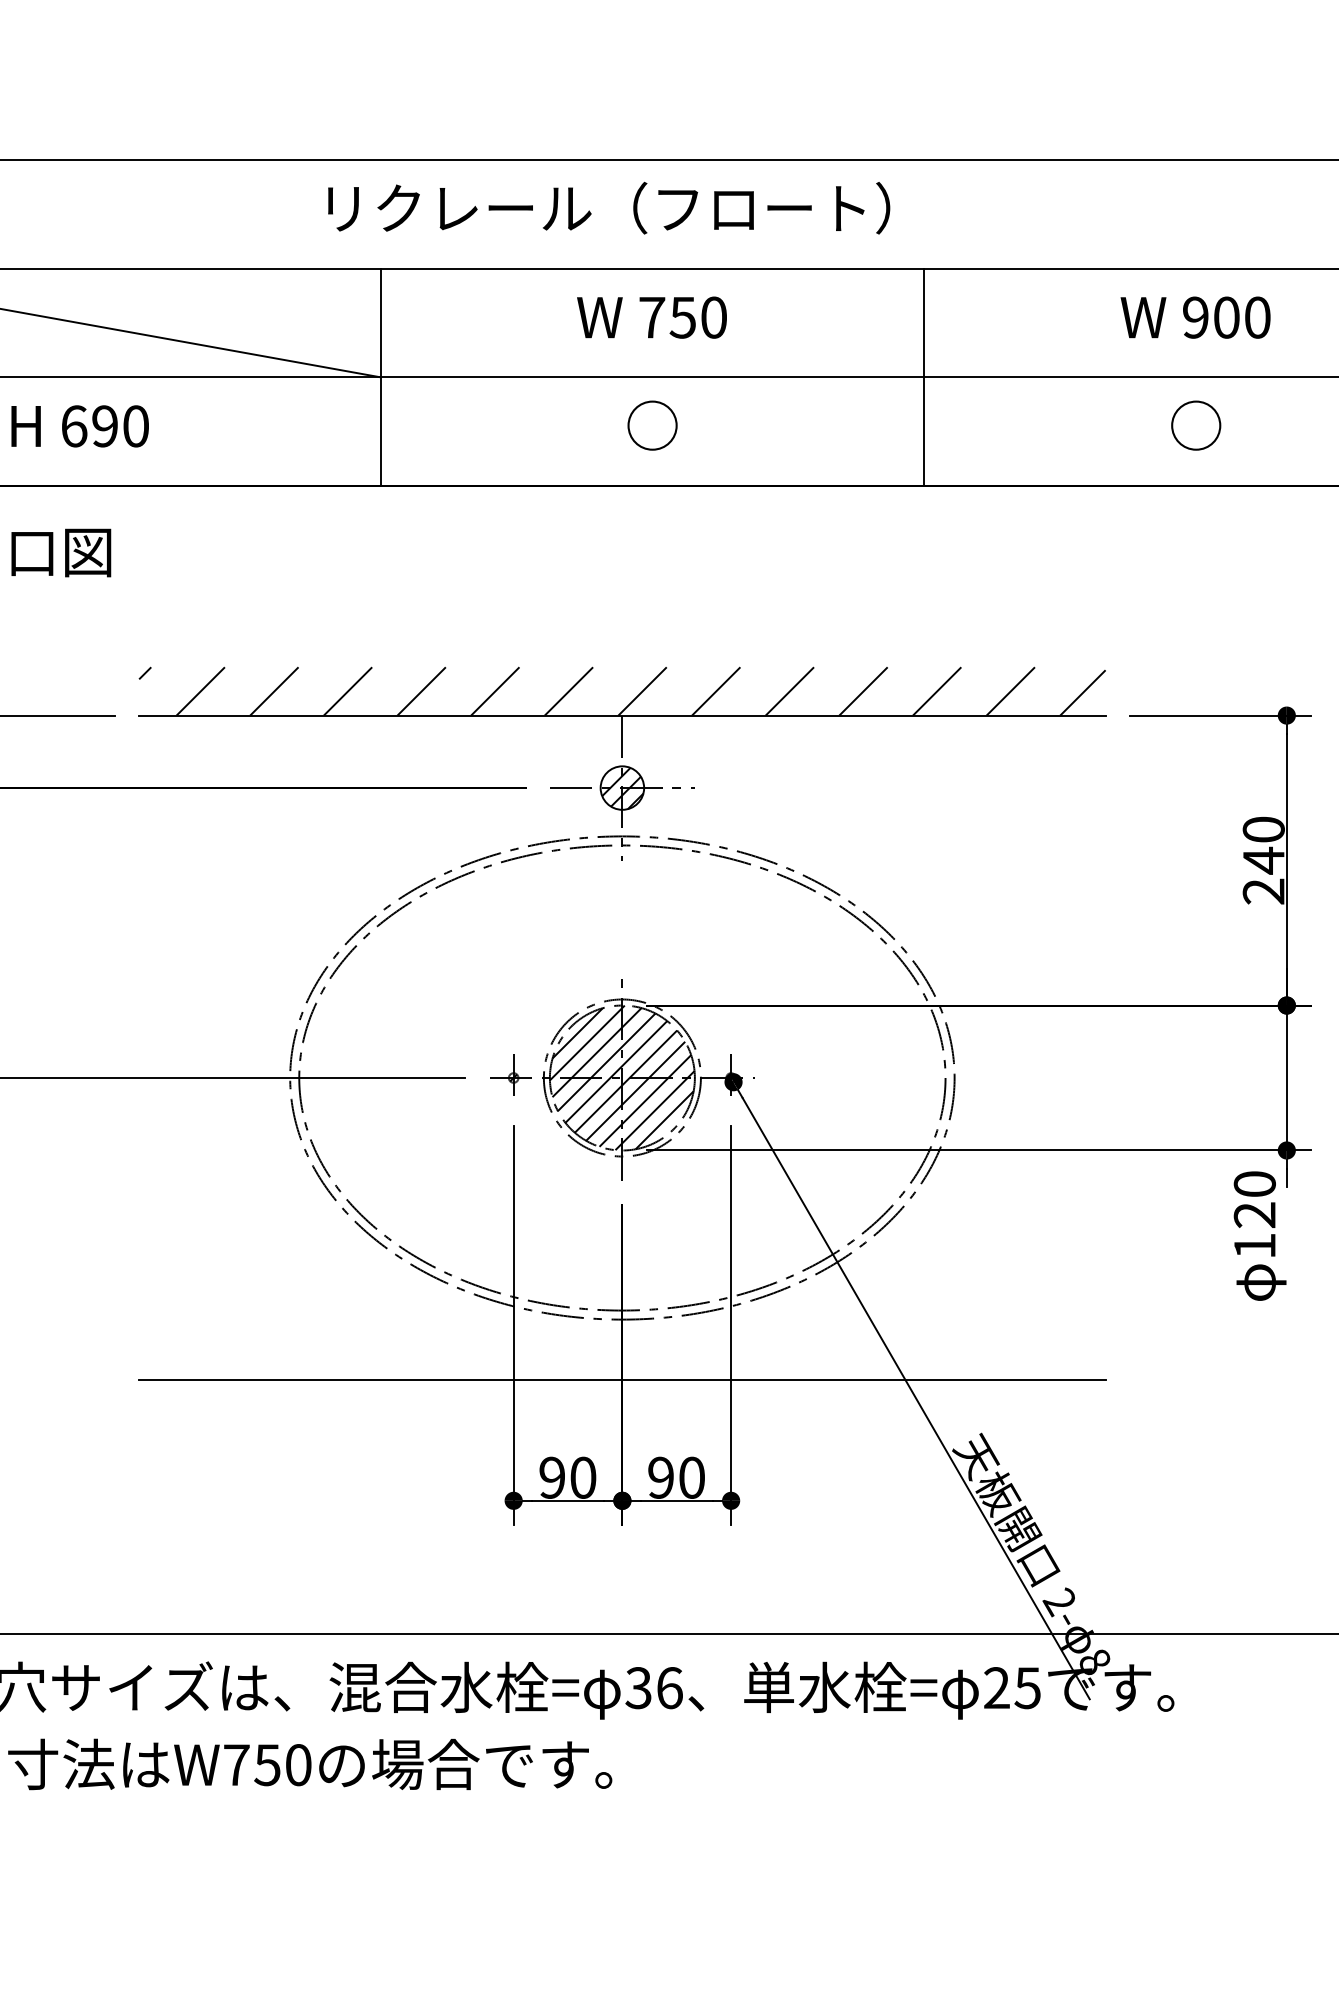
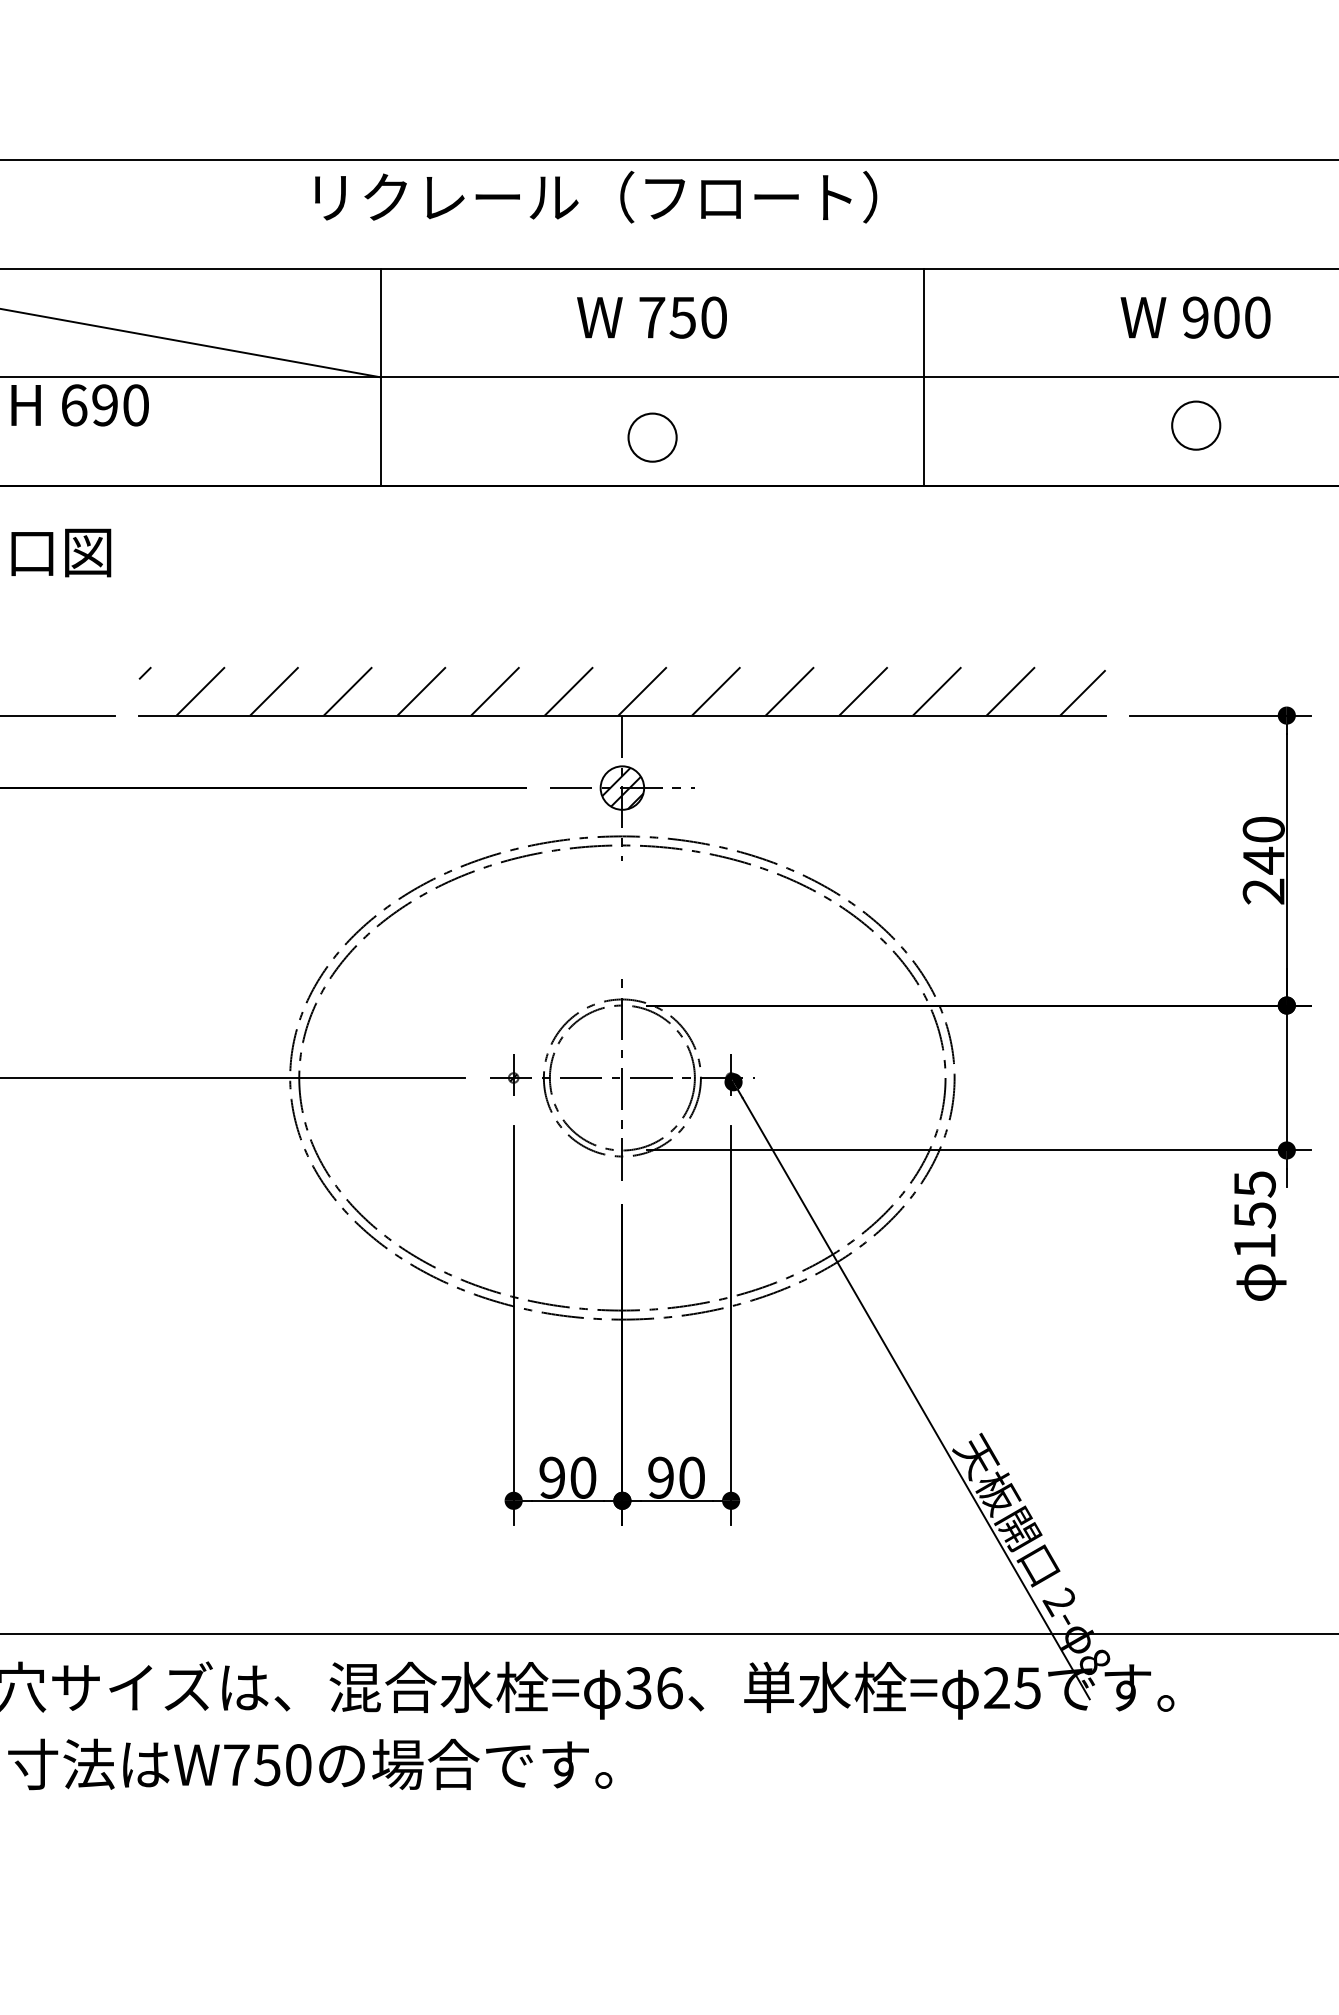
text at (609, 207) position: (609, 207) -> (596, 196)
text at (652, 425) position: (652, 425) -> (652, 437)
text at (79, 426) position: (79, 426) -> (79, 405)
hatch at (621, 1077): present -> none
text at (1254, 1199): 120 -> 155
line at (622, 1380): present -> none
